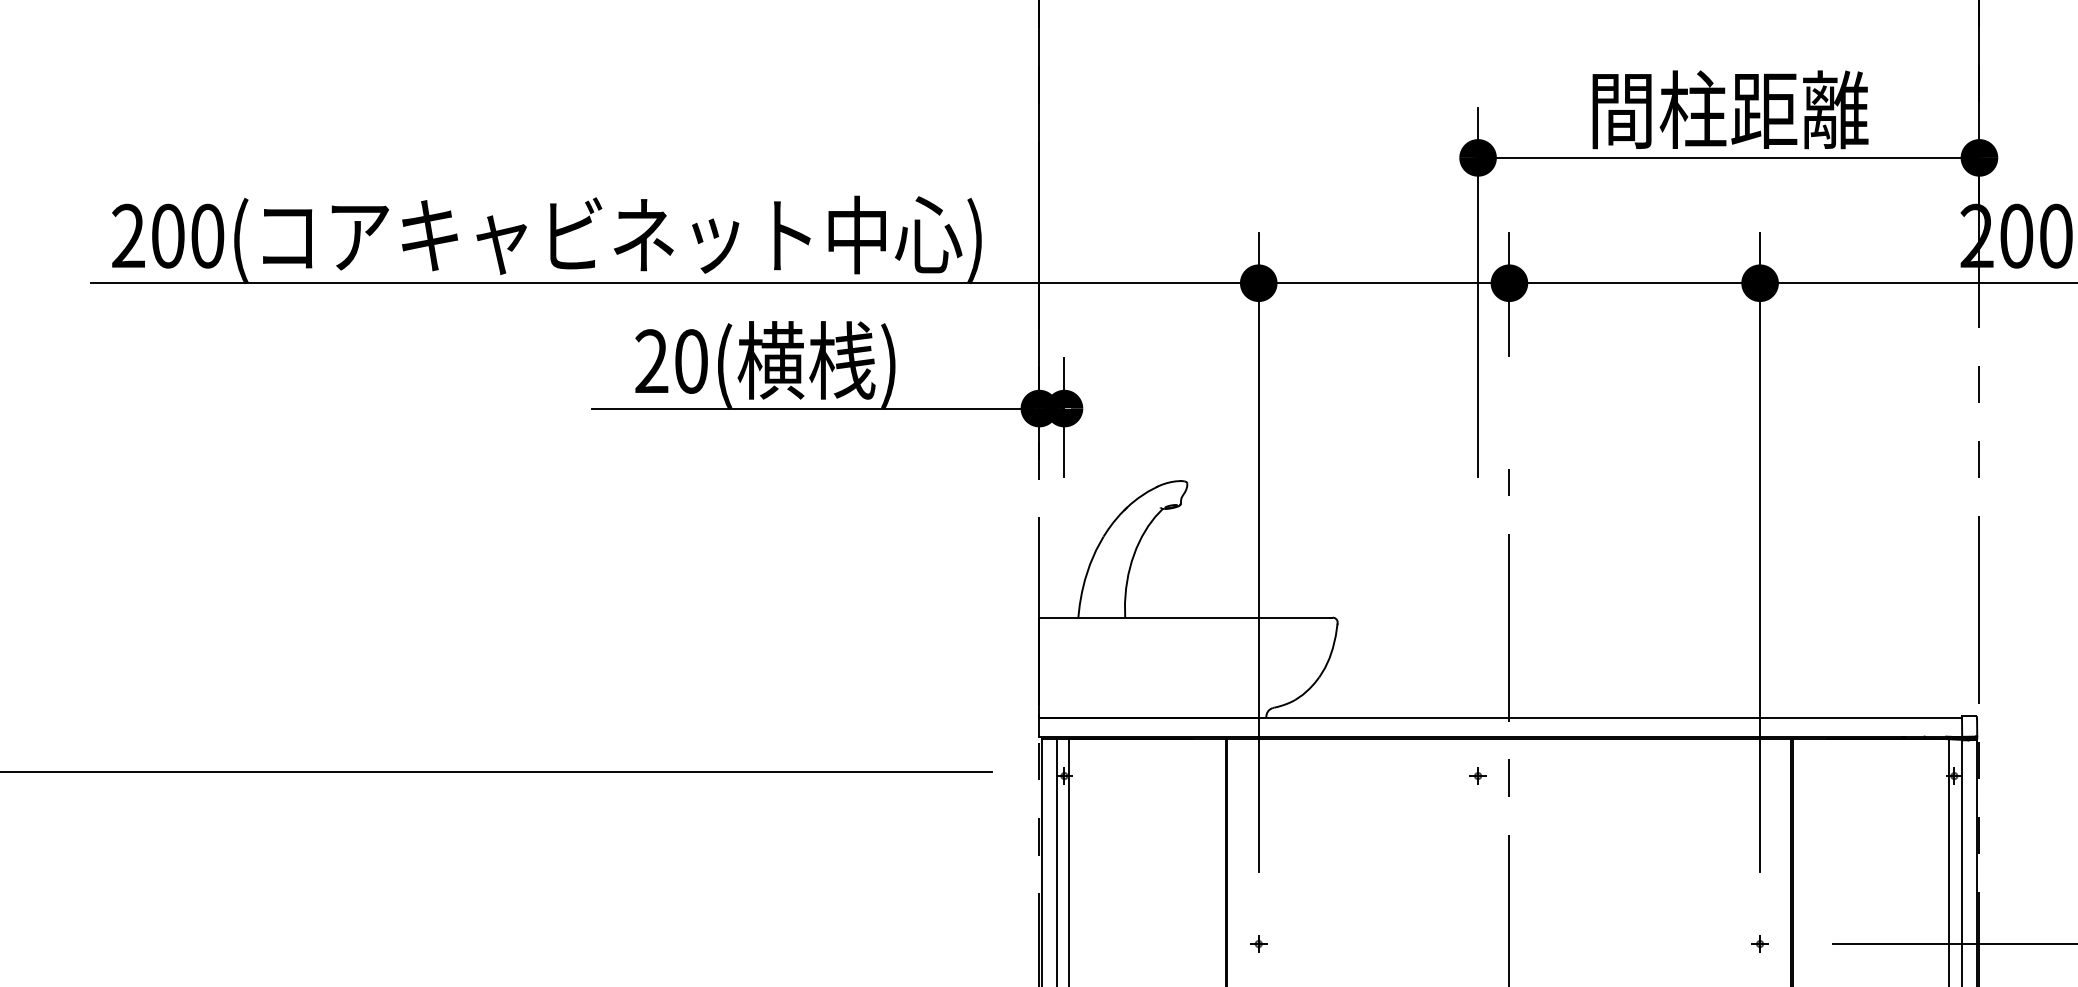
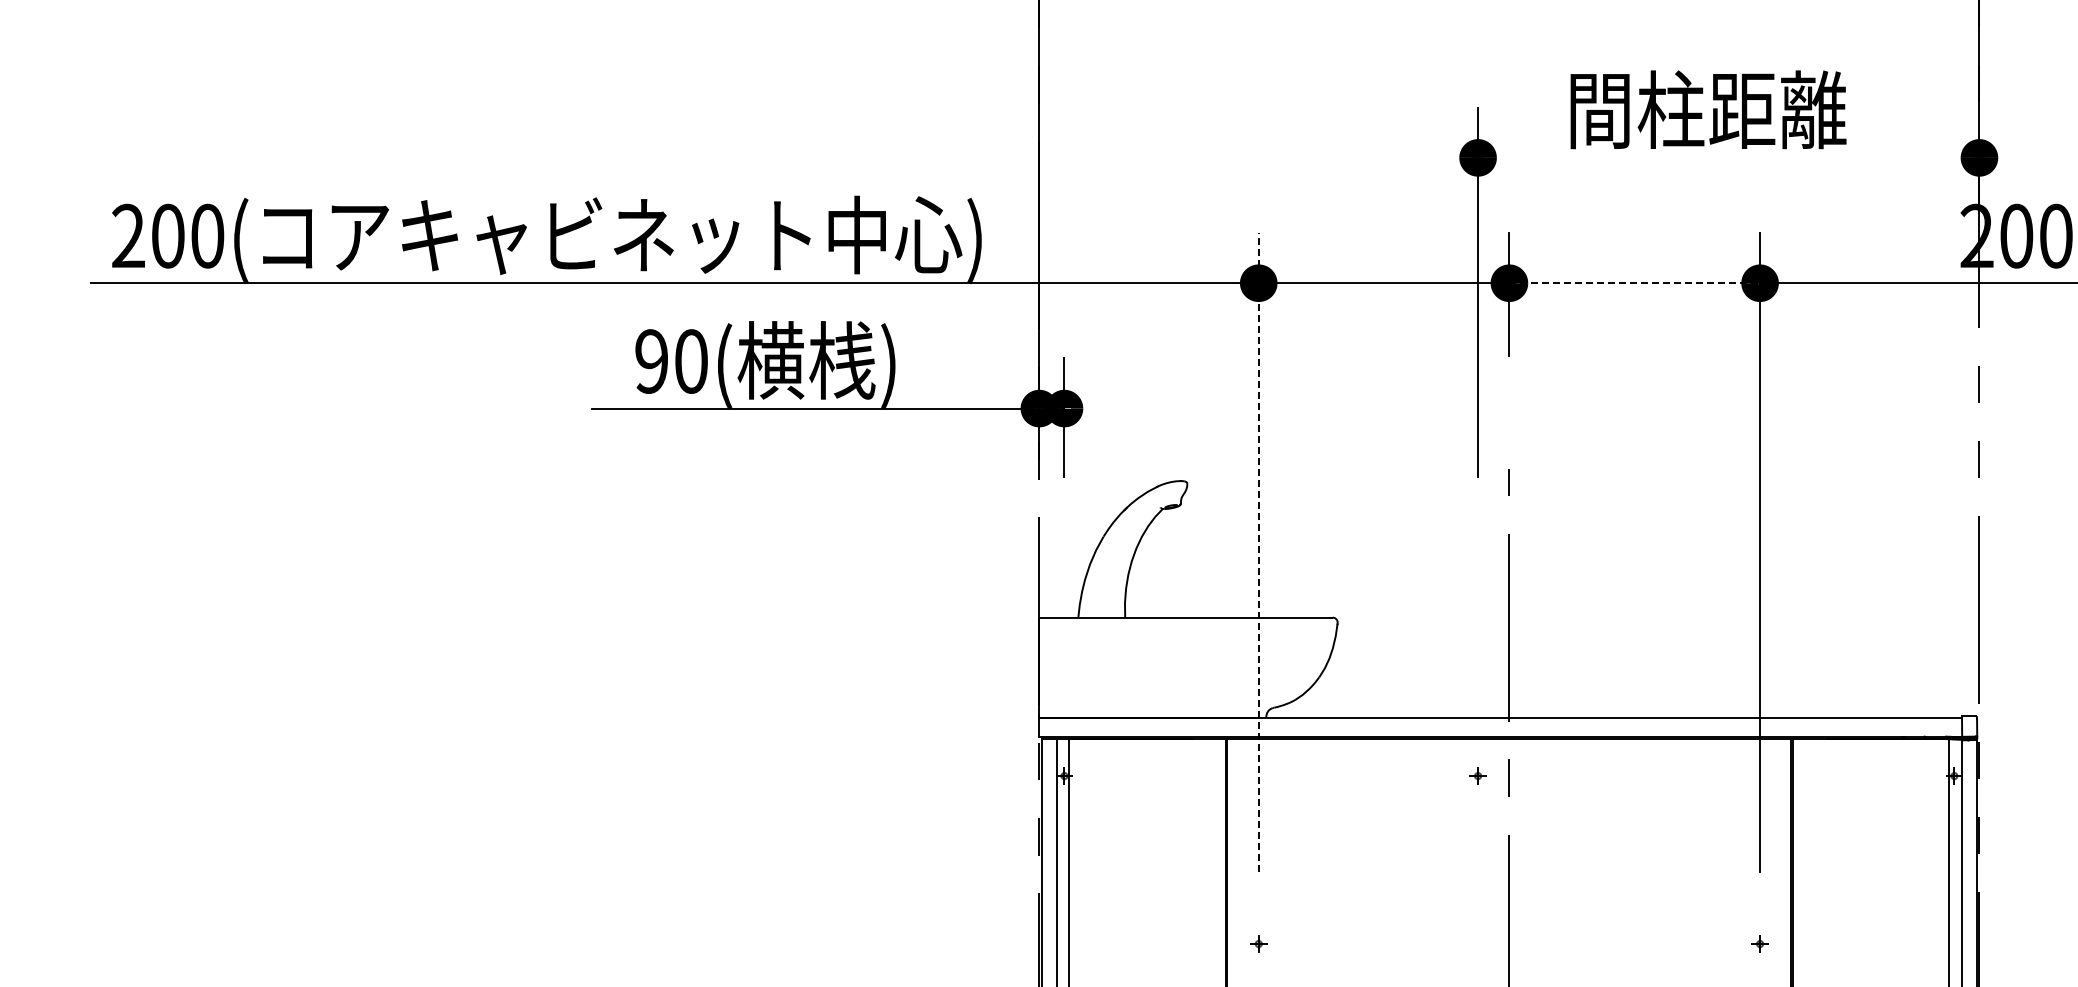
text at (1730, 109) position: (1730, 109) -> (1708, 109)
line at (1728, 157): present -> none
line at (1635, 283): solid -> dashed
text at (651, 361): 20( -> 90(
line at (1258, 551): solid -> dashed
line at (497, 772): present -> none
line at (1953, 944): present -> none
